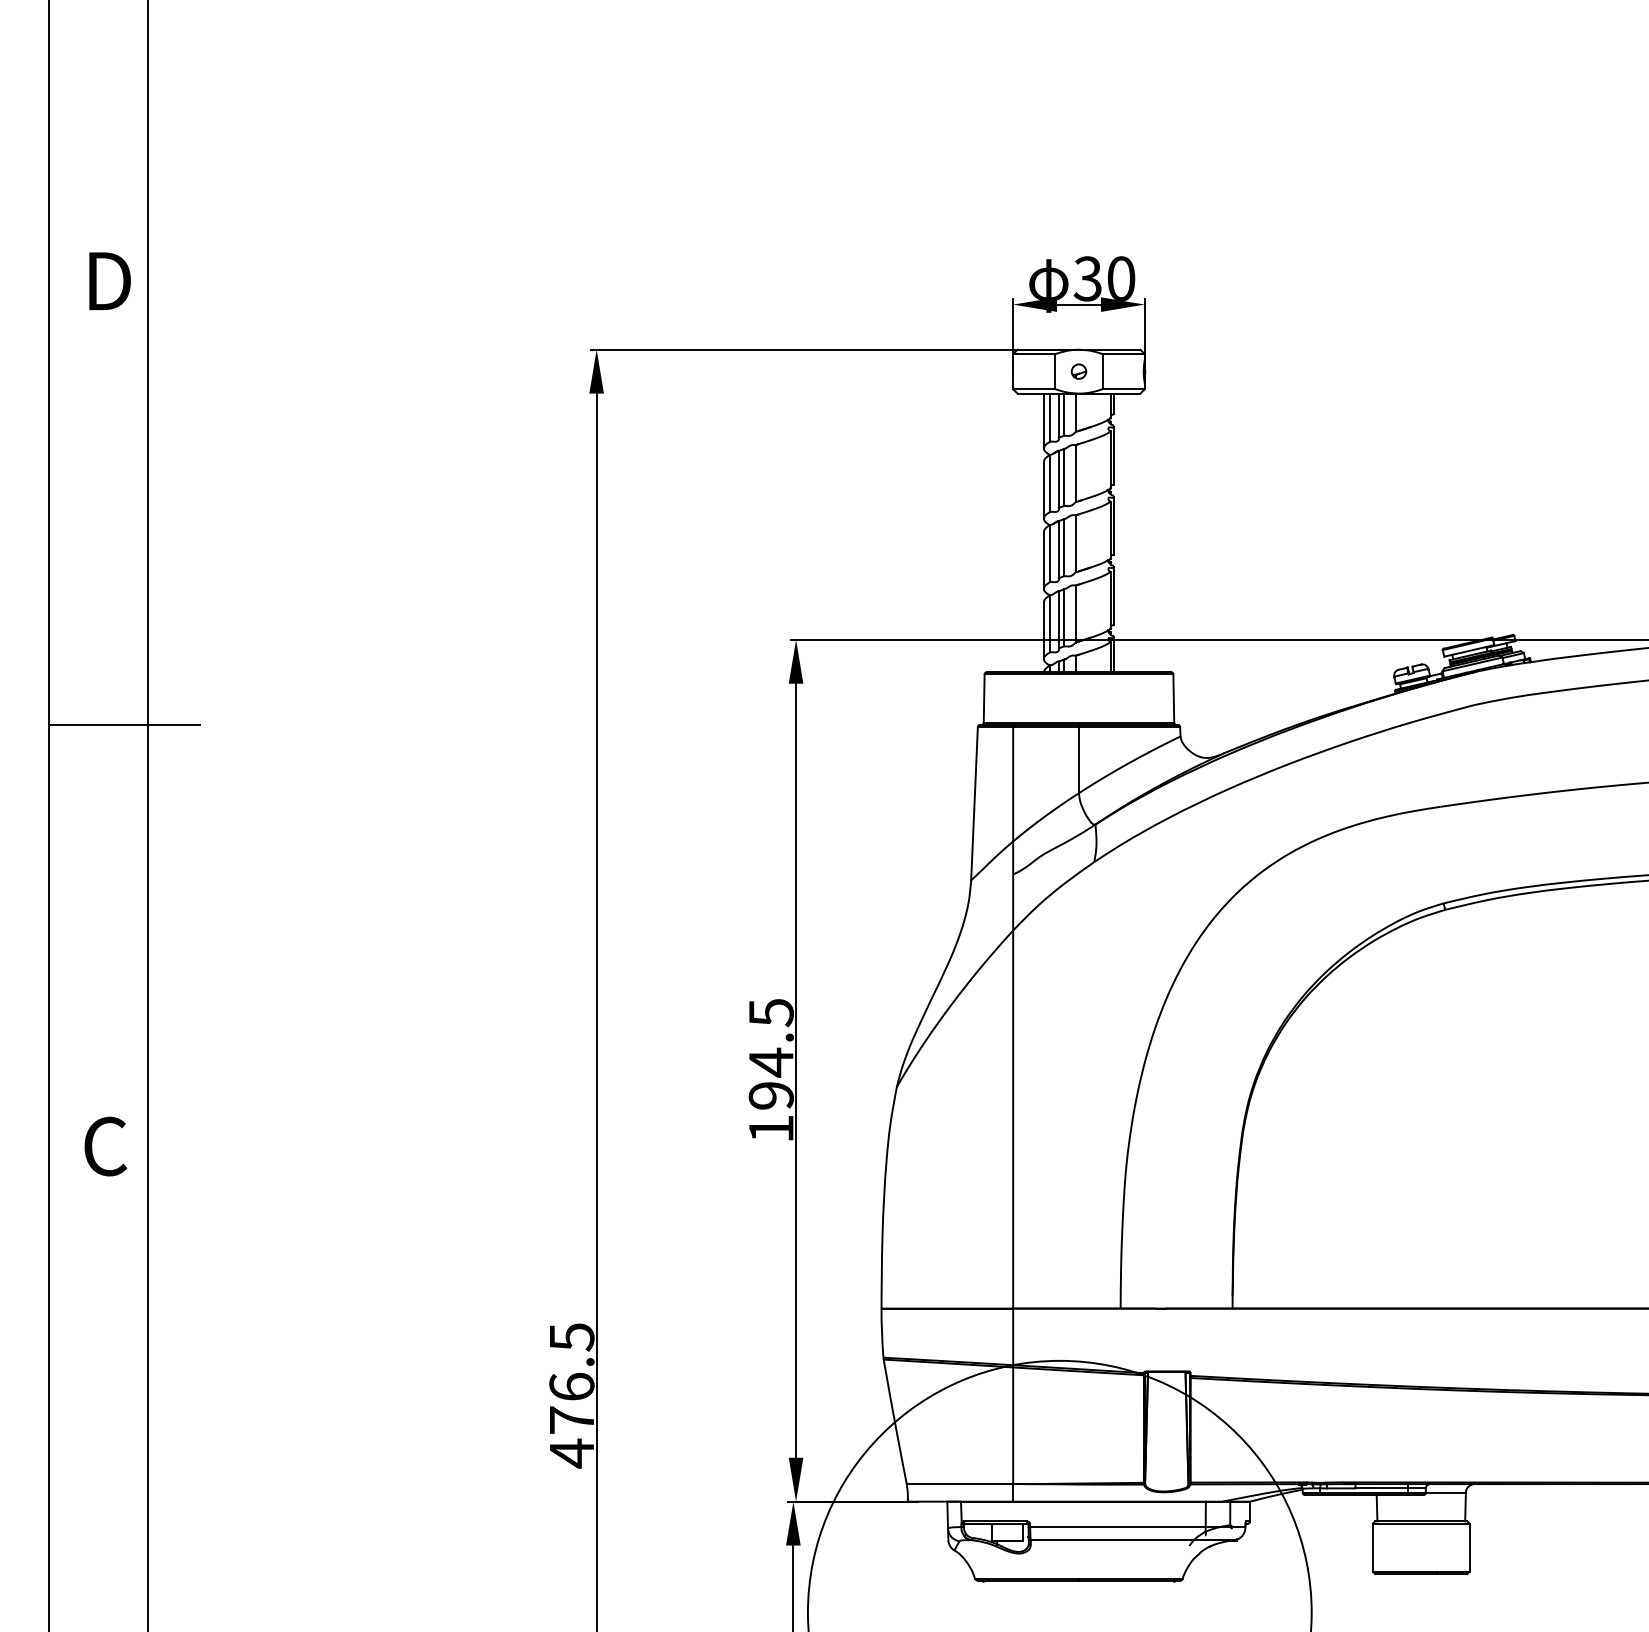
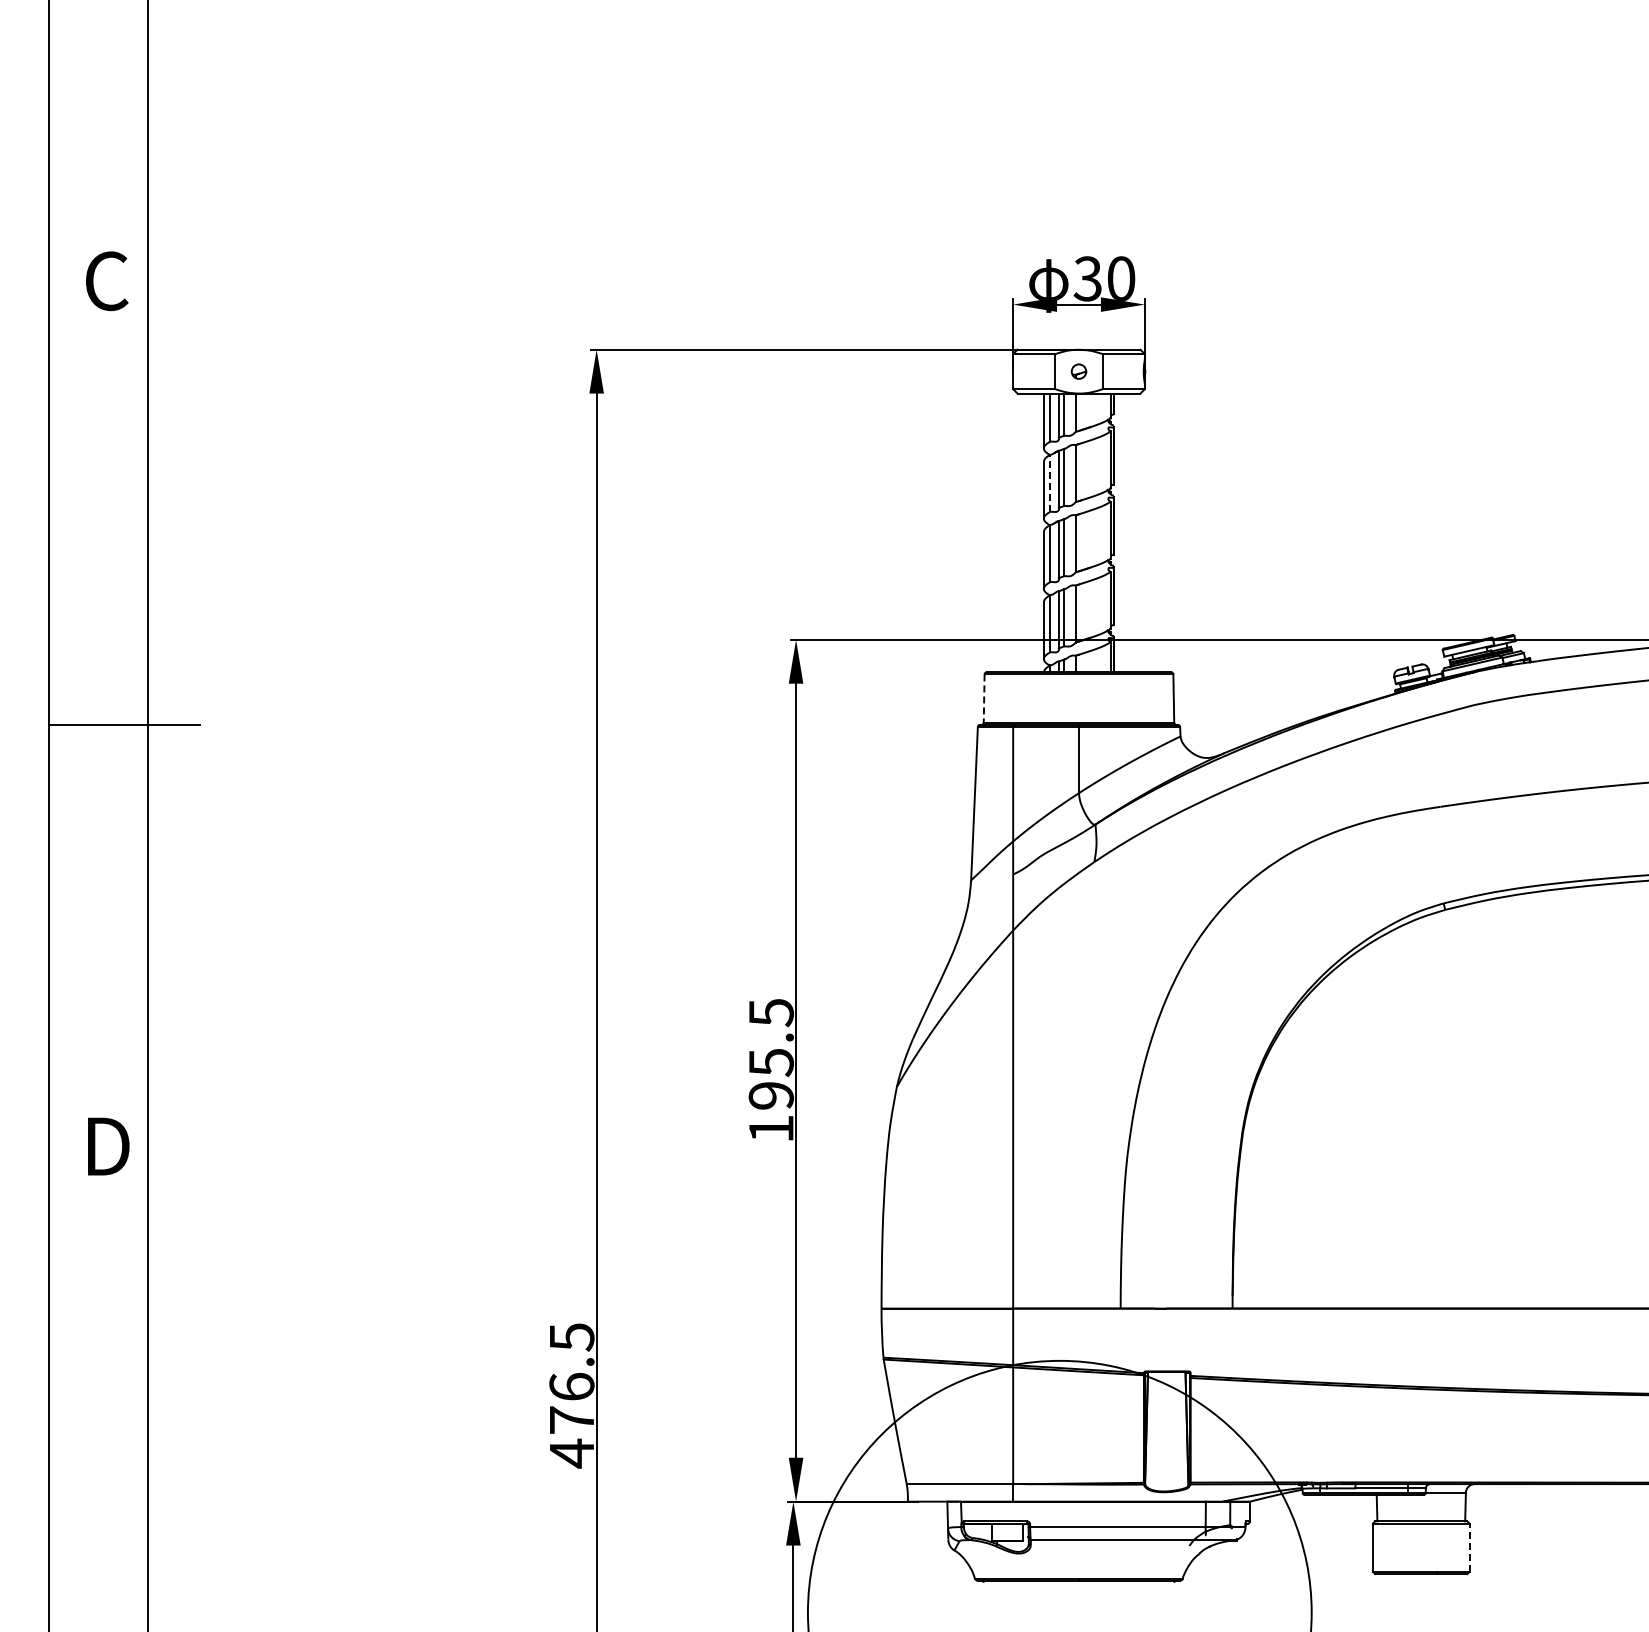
text at (108, 281): D -> C
line at (1050, 483): solid -> dashed
line at (984, 699): solid -> dashed
text at (771, 1062): 194.5 -> 195.5
text at (106, 1146): C -> D
line at (1469, 1547): solid -> dashed
